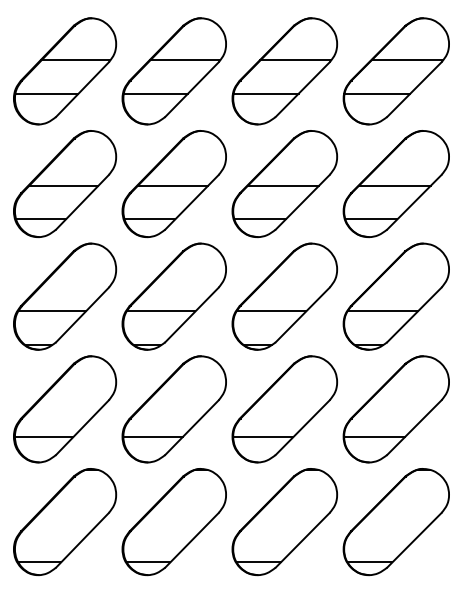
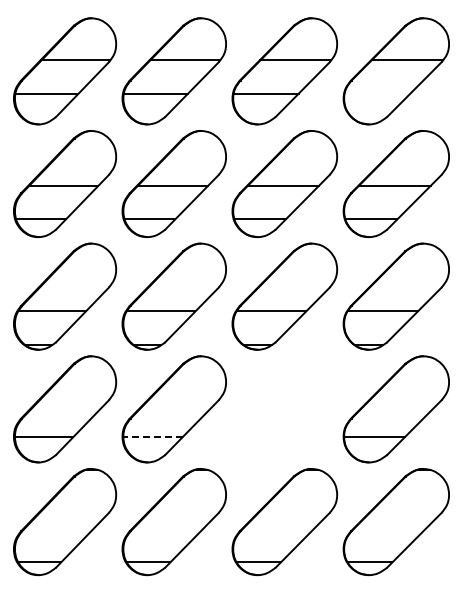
line at (377, 93): present -> none
part at (284, 409): present -> none
line at (152, 436): solid -> dashed
